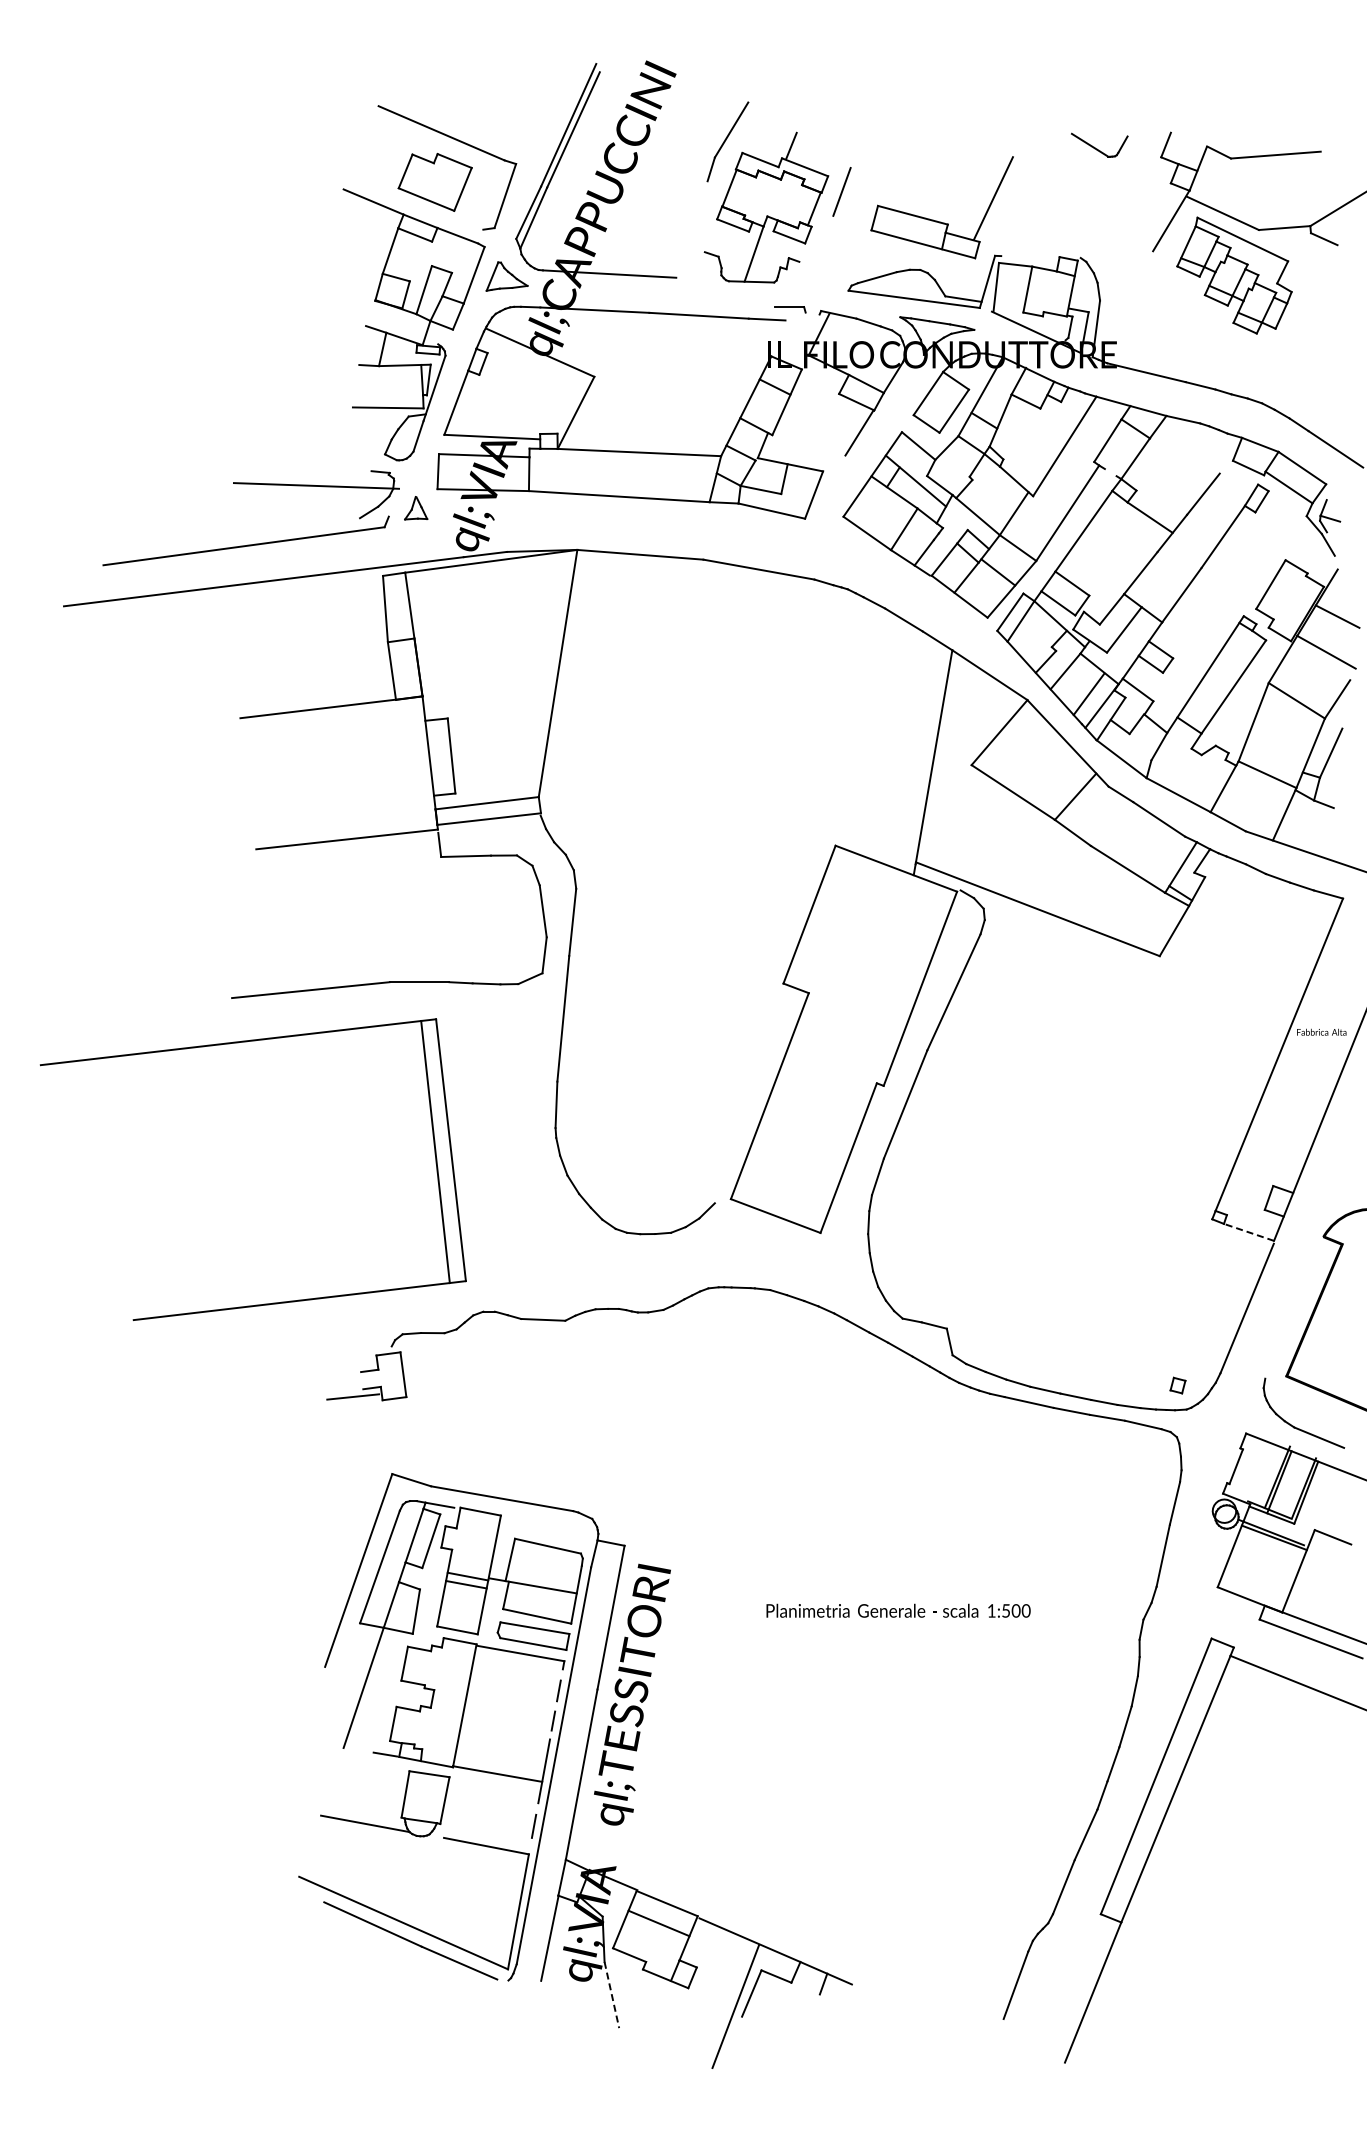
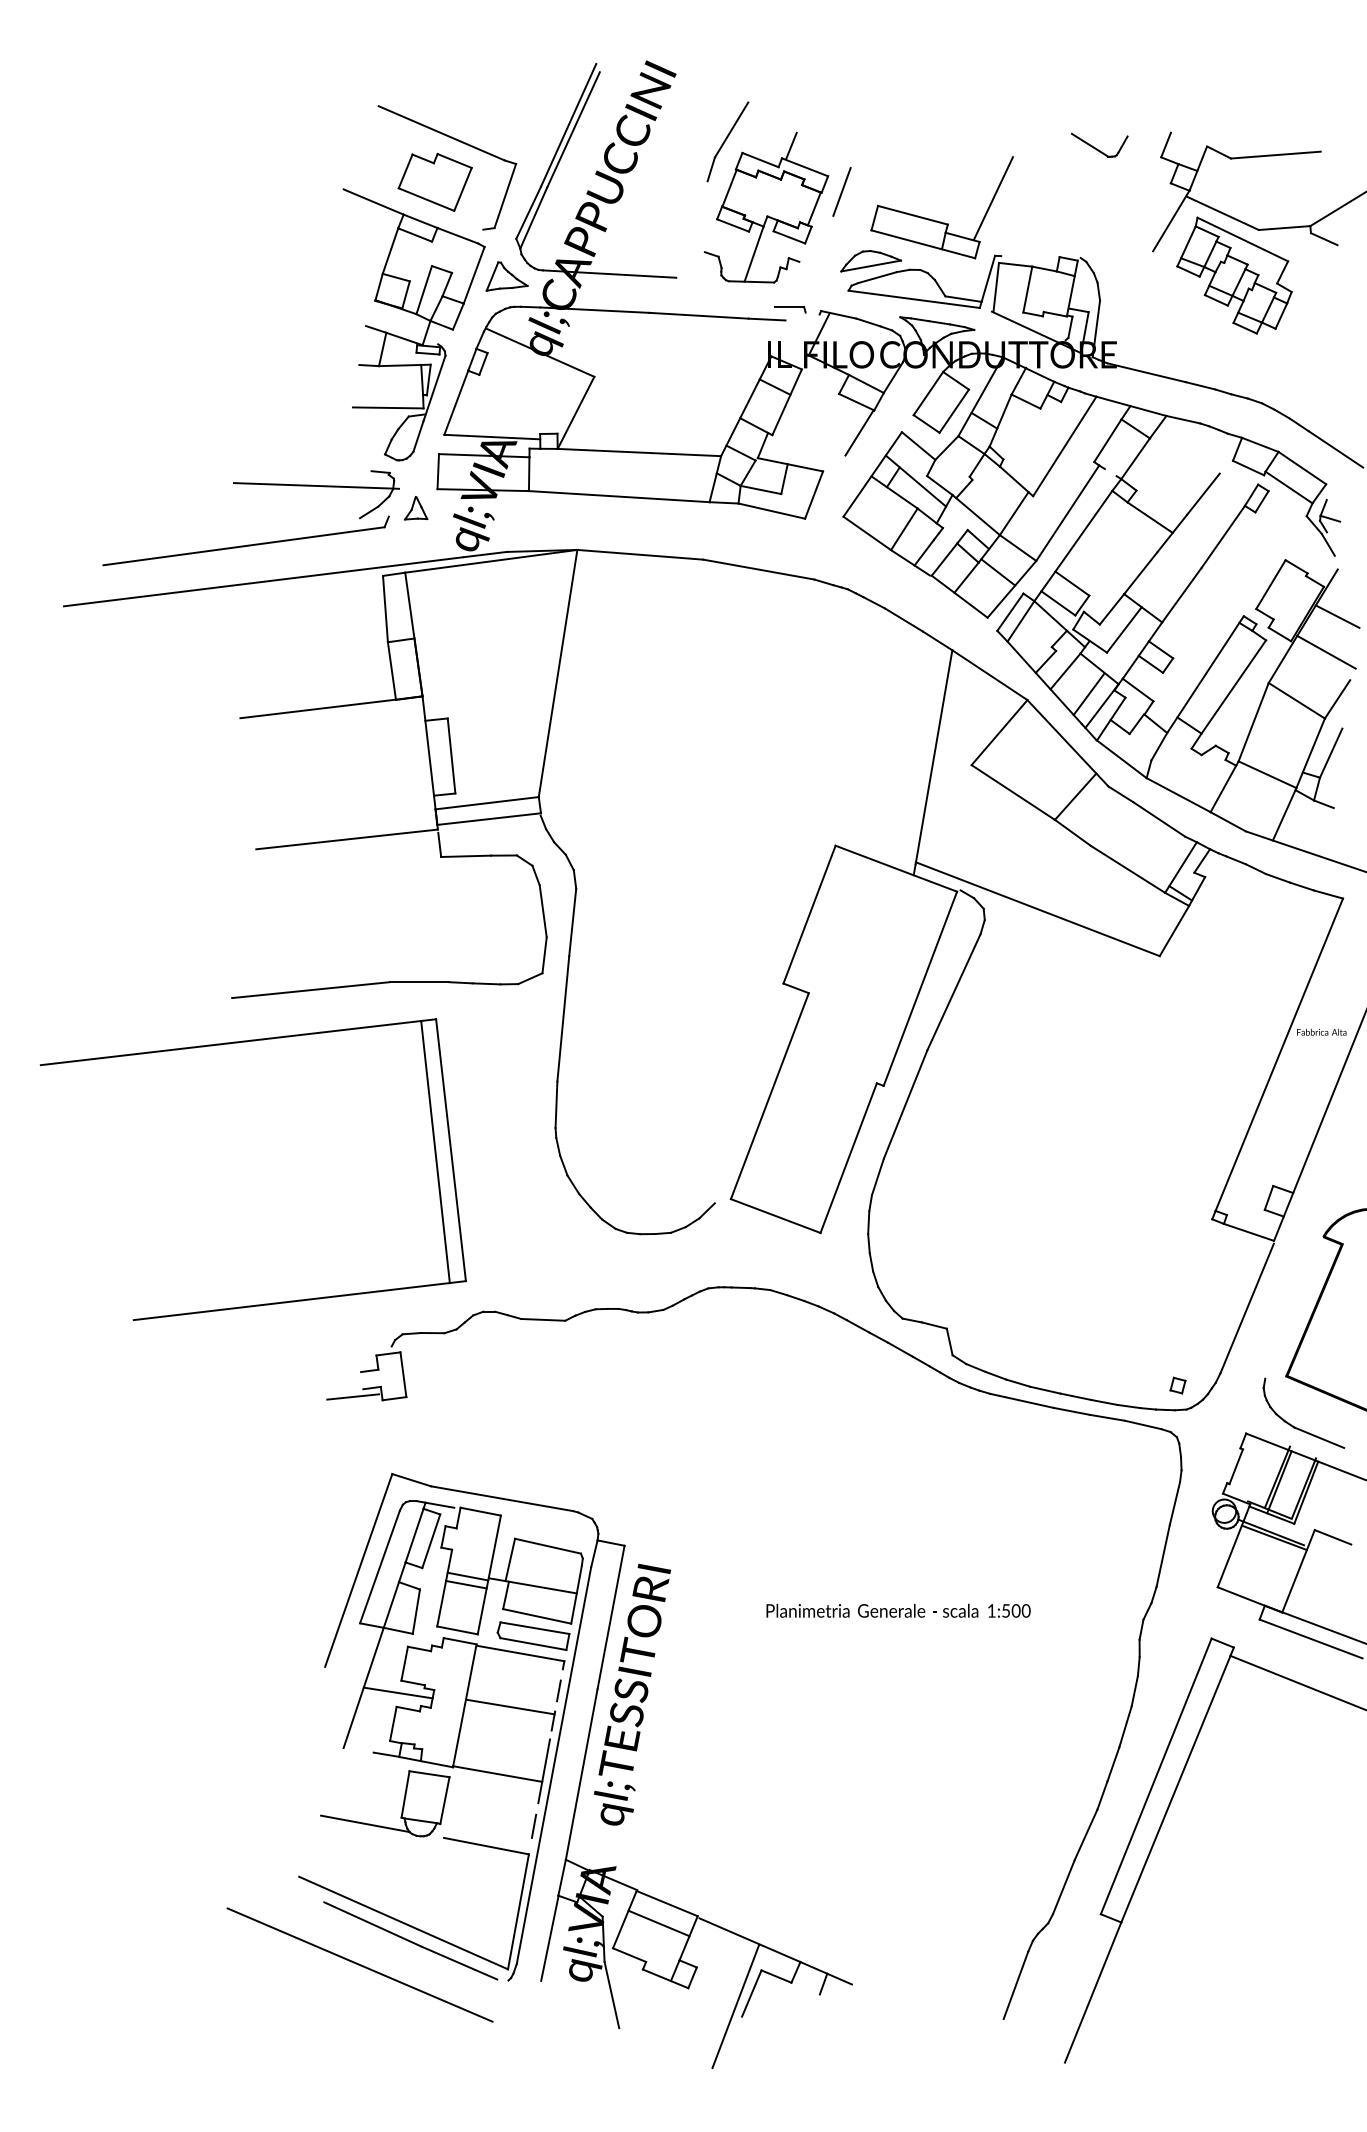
part at (871, 261): none -> present
line at (1248, 1232): dashed -> solid
line at (397, 1692): none -> present
line at (510, 1706): none -> present
line at (359, 1964): none -> present
line at (611, 1995): dashed -> solid
